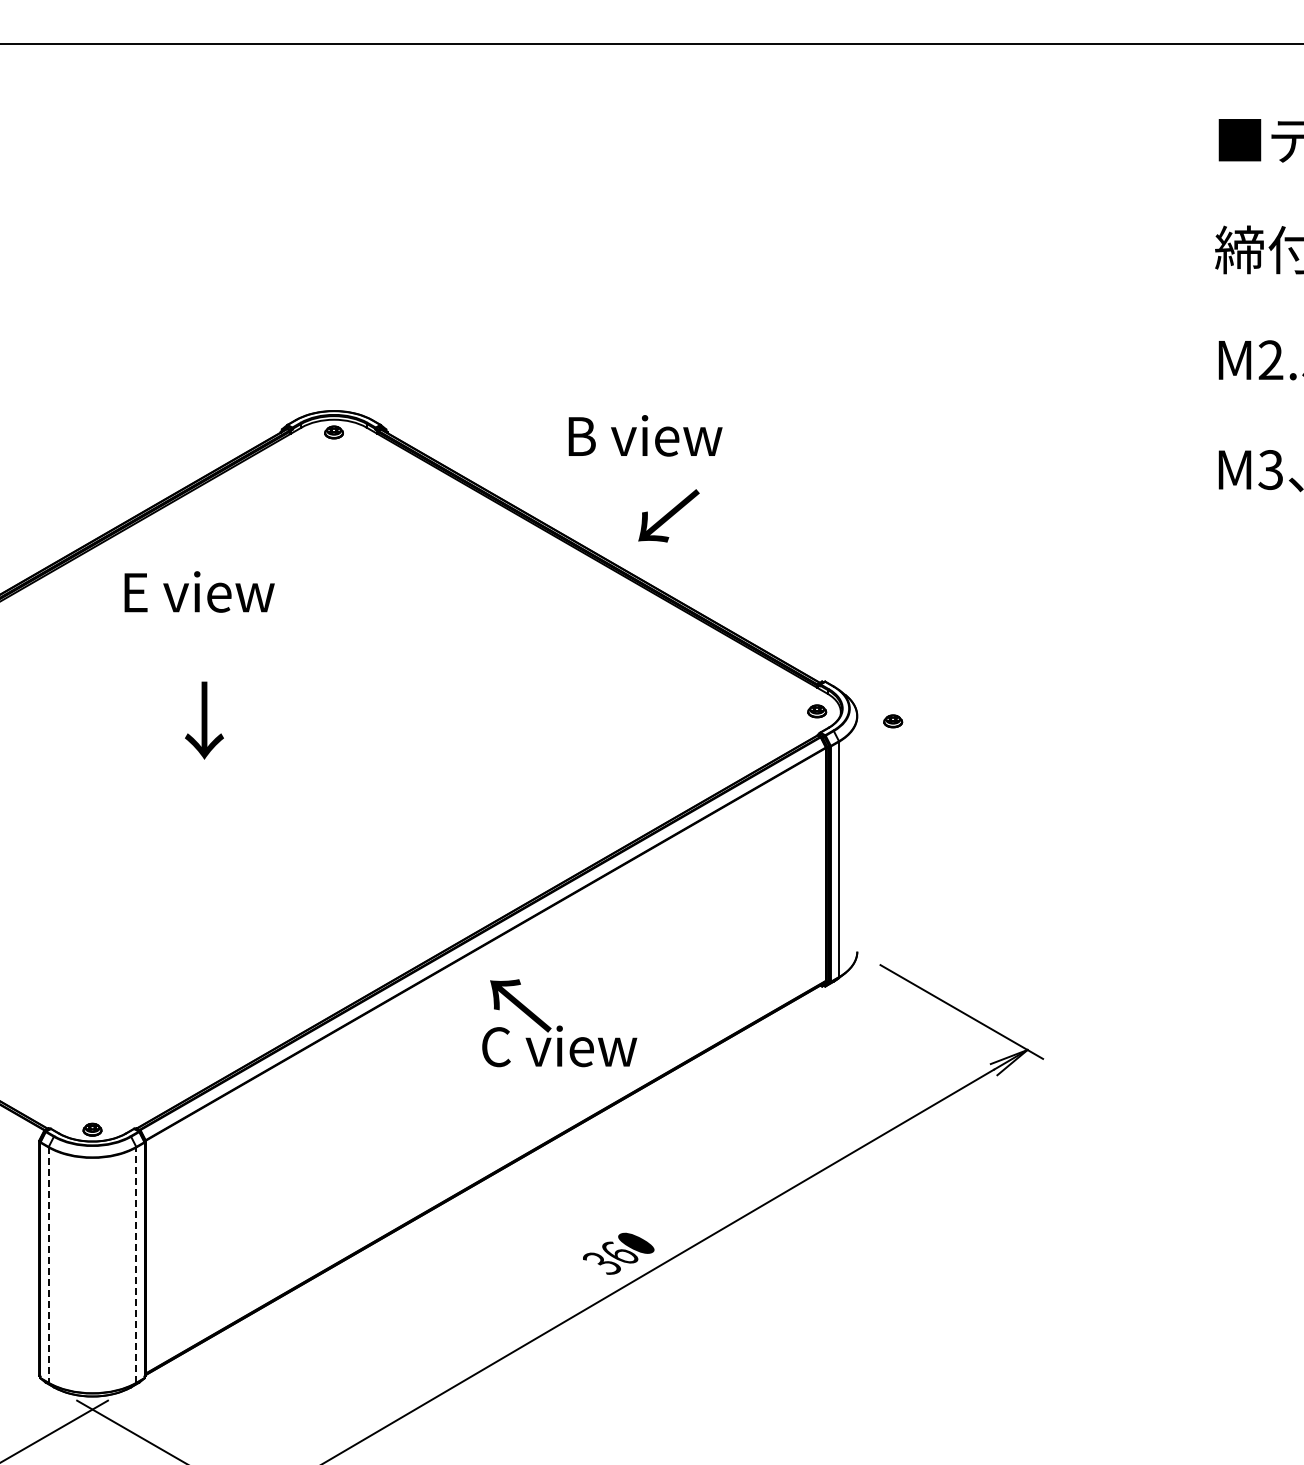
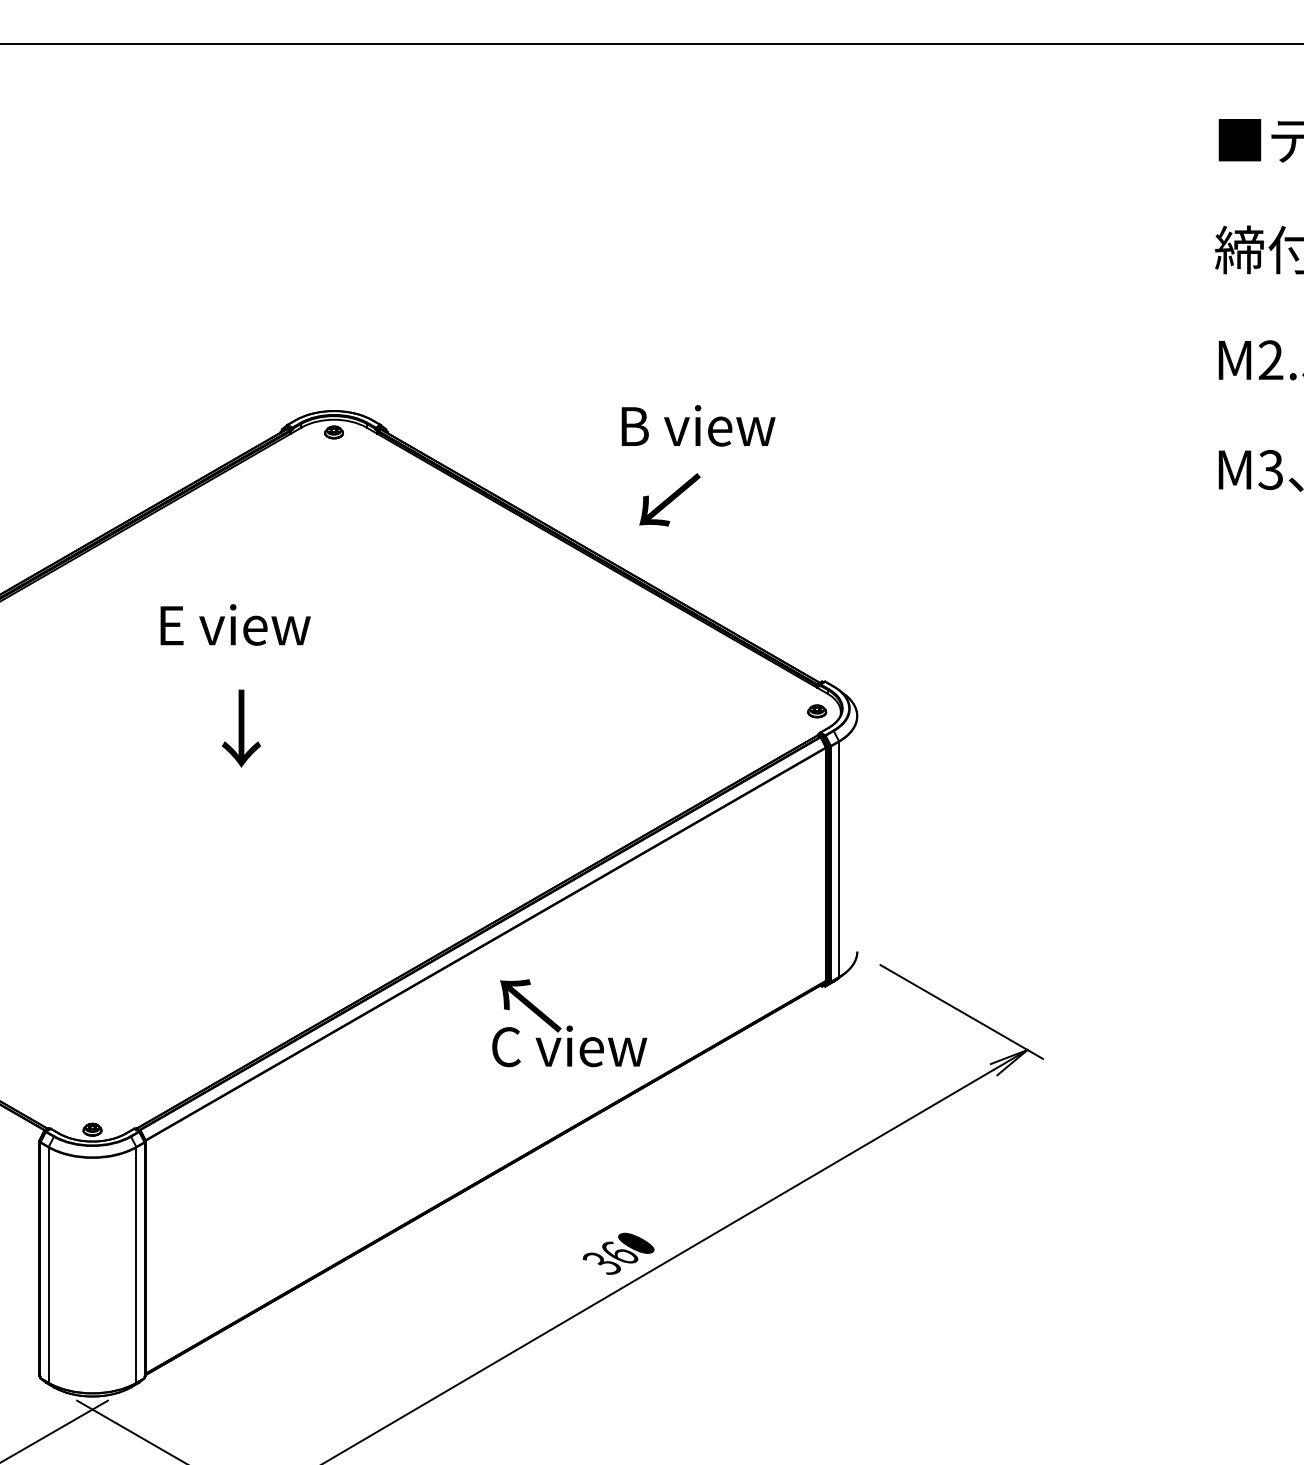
text at (645, 435) position: (645, 435) -> (698, 425)
text at (668, 515) position: (668, 515) -> (669, 499)
text at (199, 591) position: (199, 591) -> (235, 624)
text at (204, 720) position: (204, 720) -> (241, 728)
part at (893, 721): present -> none
text at (559, 1023) position: (559, 1023) -> (569, 1023)
line at (48, 1265): dashed -> solid
line at (136, 1265): dashed -> solid
